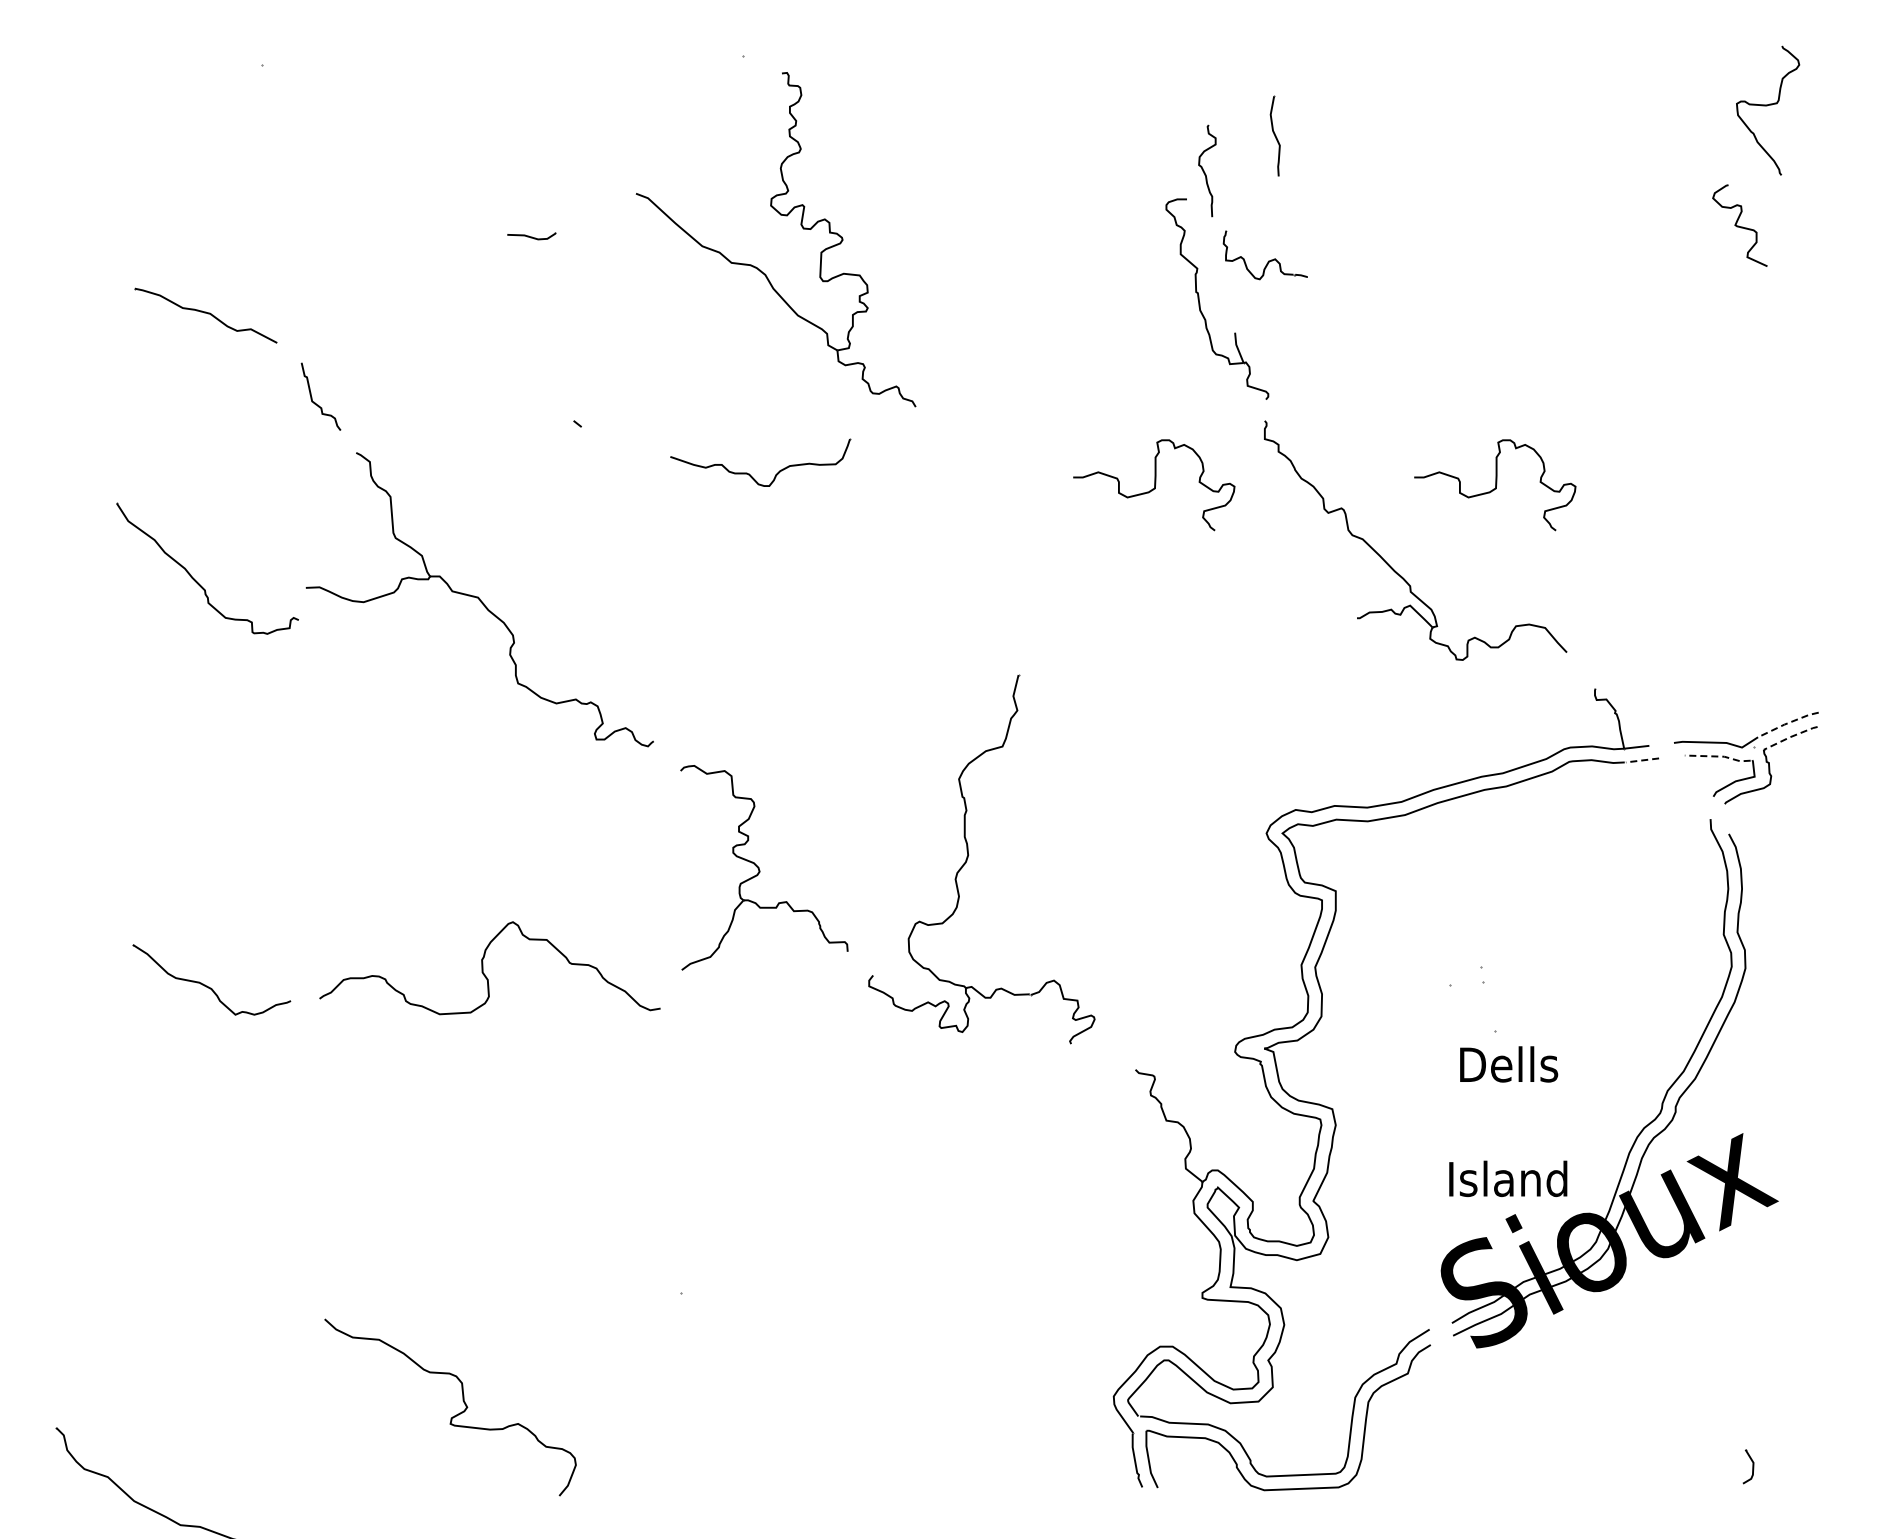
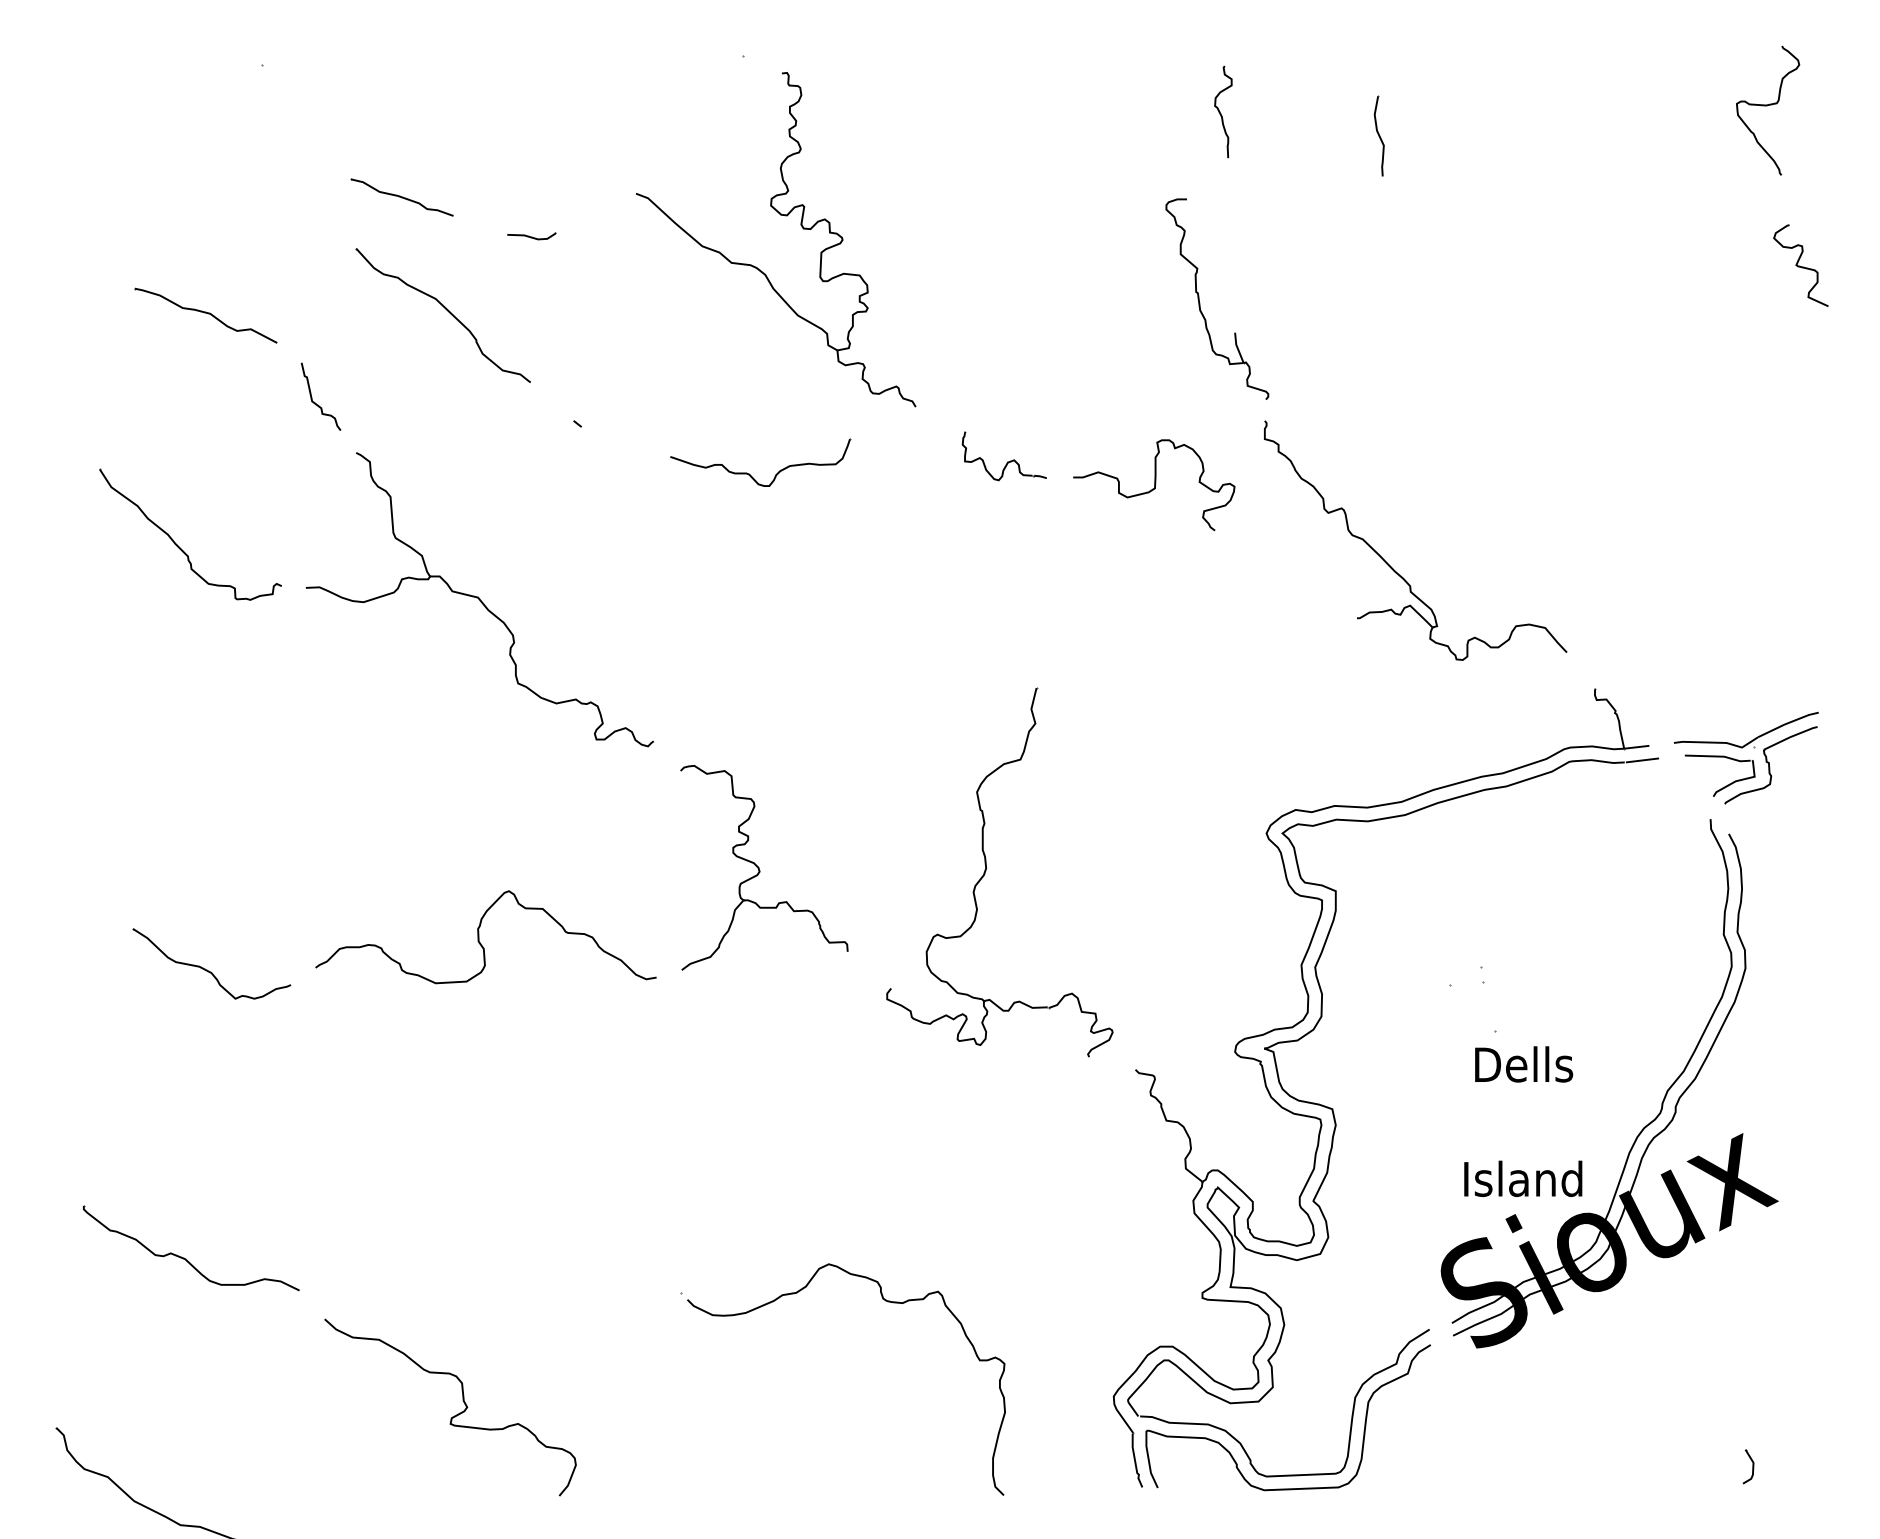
part at (1274, 135) position: (1274, 135) -> (1378, 135)
curve at (1205, 172) position: (1205, 172) -> (1221, 113)
part at (401, 197): none -> present
curve at (1738, 225) position: (1738, 225) -> (1799, 265)
part at (1268, 260) position: (1268, 260) -> (1007, 461)
part at (446, 310): none -> present
curve at (1495, 485): present -> none
part at (195, 579) position: (195, 579) -> (178, 545)
line at (1787, 723): dashed -> solid
line at (1790, 737): dashed -> solid
line at (1719, 756): dashed -> solid
line at (1642, 760): dashed -> solid
part at (968, 858) position: (968, 858) -> (986, 871)
curve at (483, 968) position: (483, 968) -> (479, 937)
part at (207, 985) position: (207, 985) -> (207, 969)
text at (1508, 1121) position: (1508, 1121) -> (1523, 1121)
part at (184, 1257): none -> present
curve at (885, 1301): none -> present
